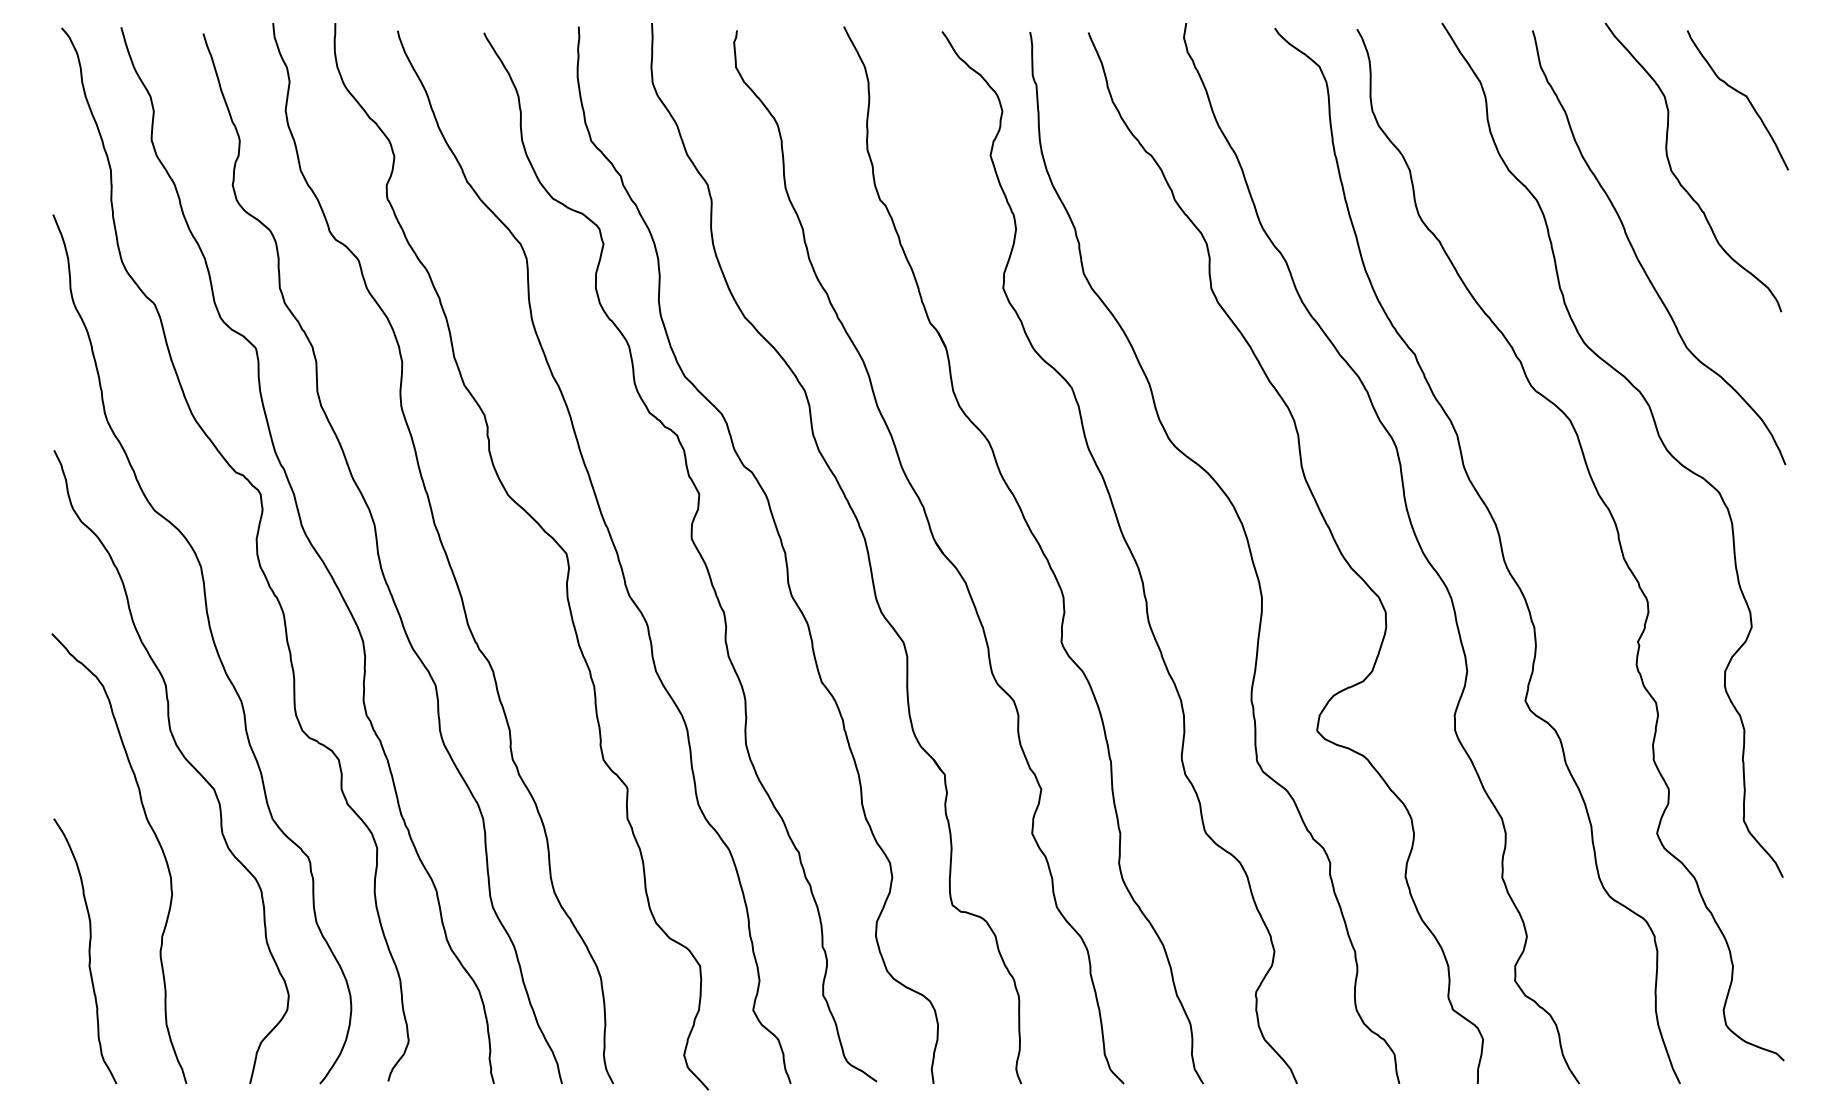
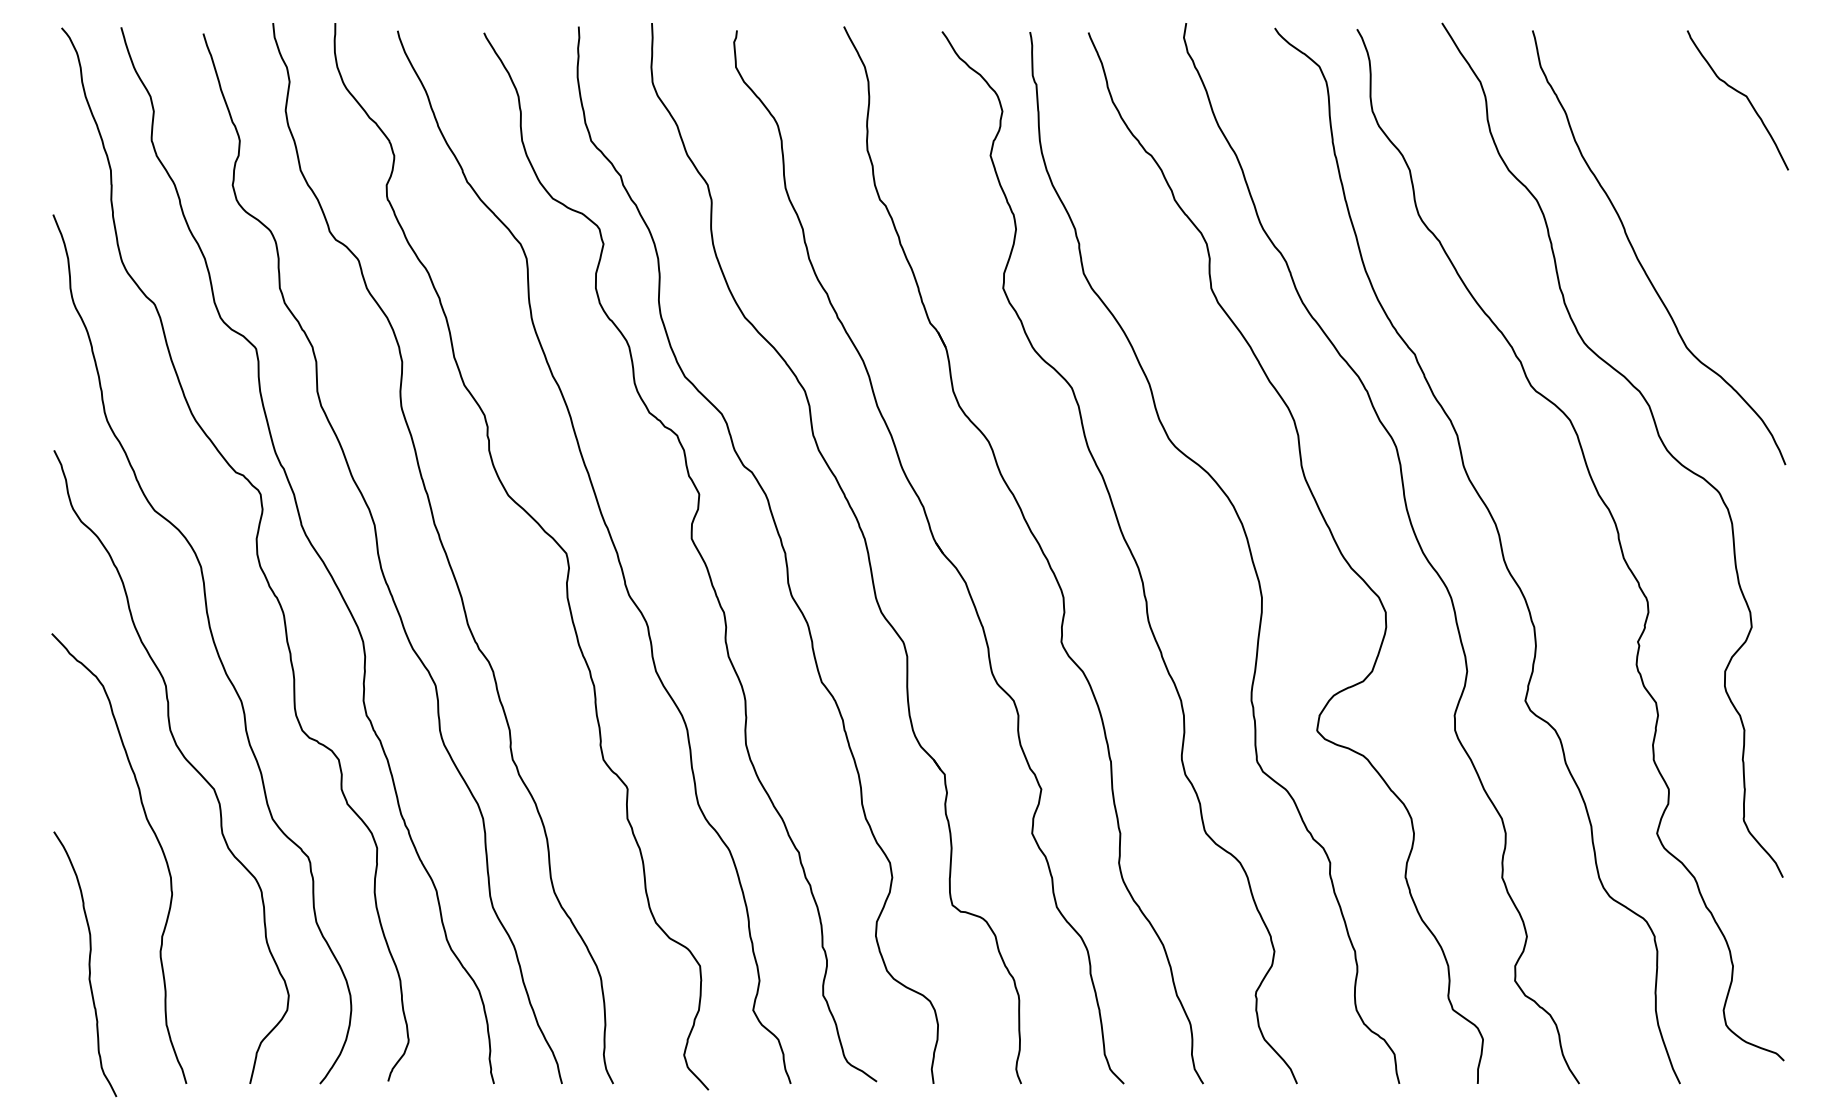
curve at (1678, 178): present -> none
curve at (88, 951) position: (88, 951) -> (88, 964)
